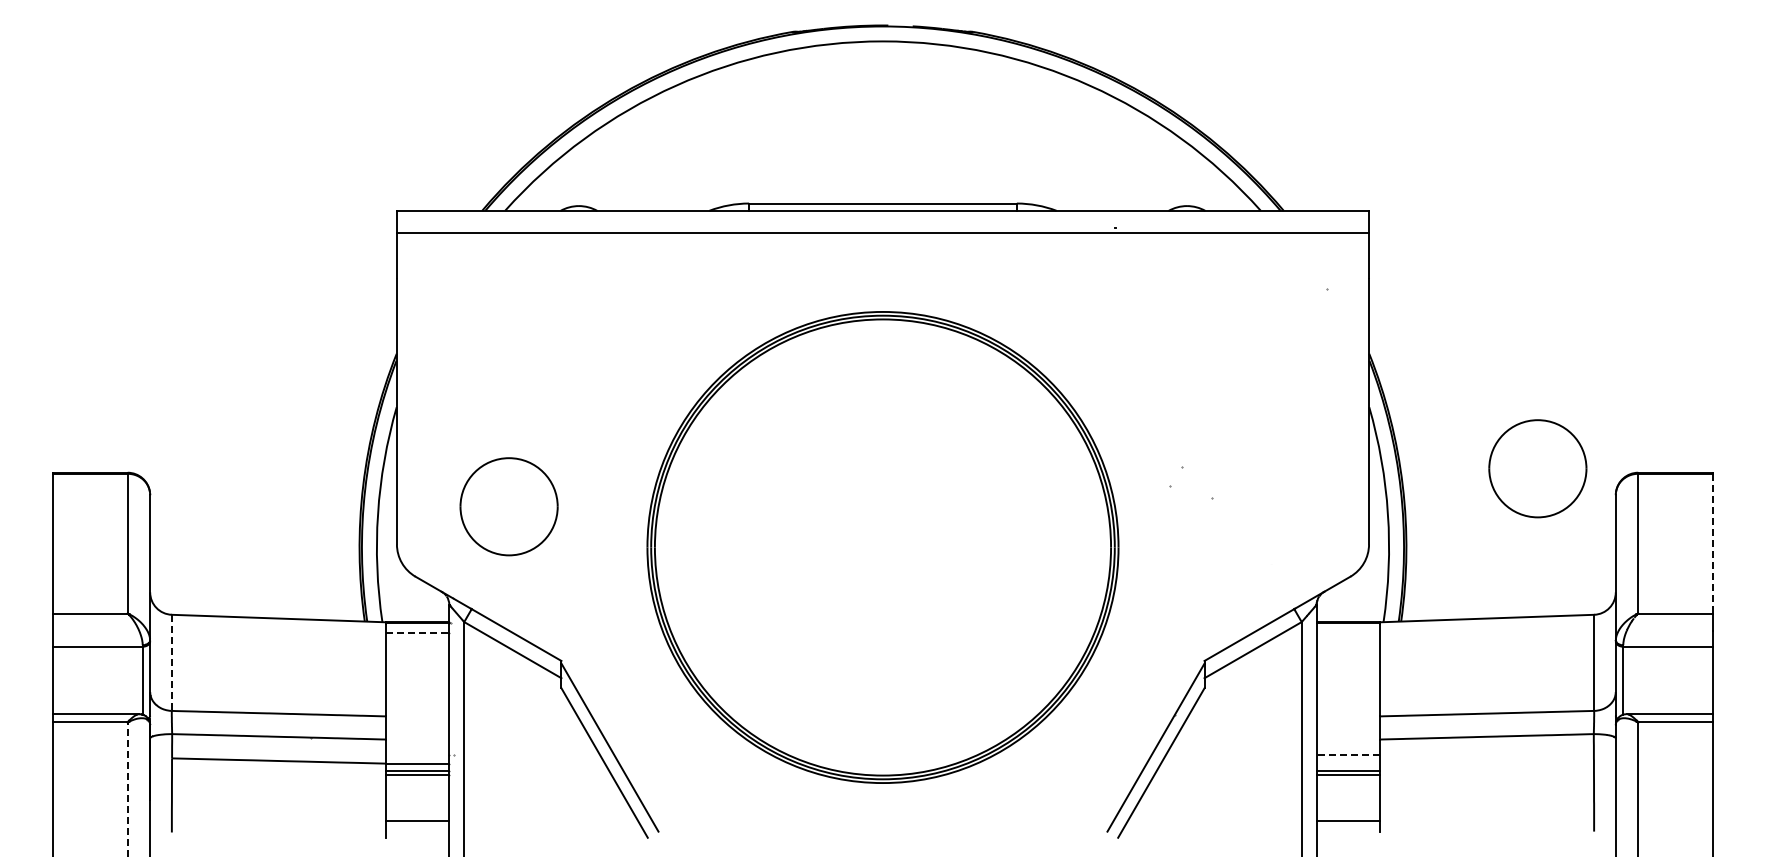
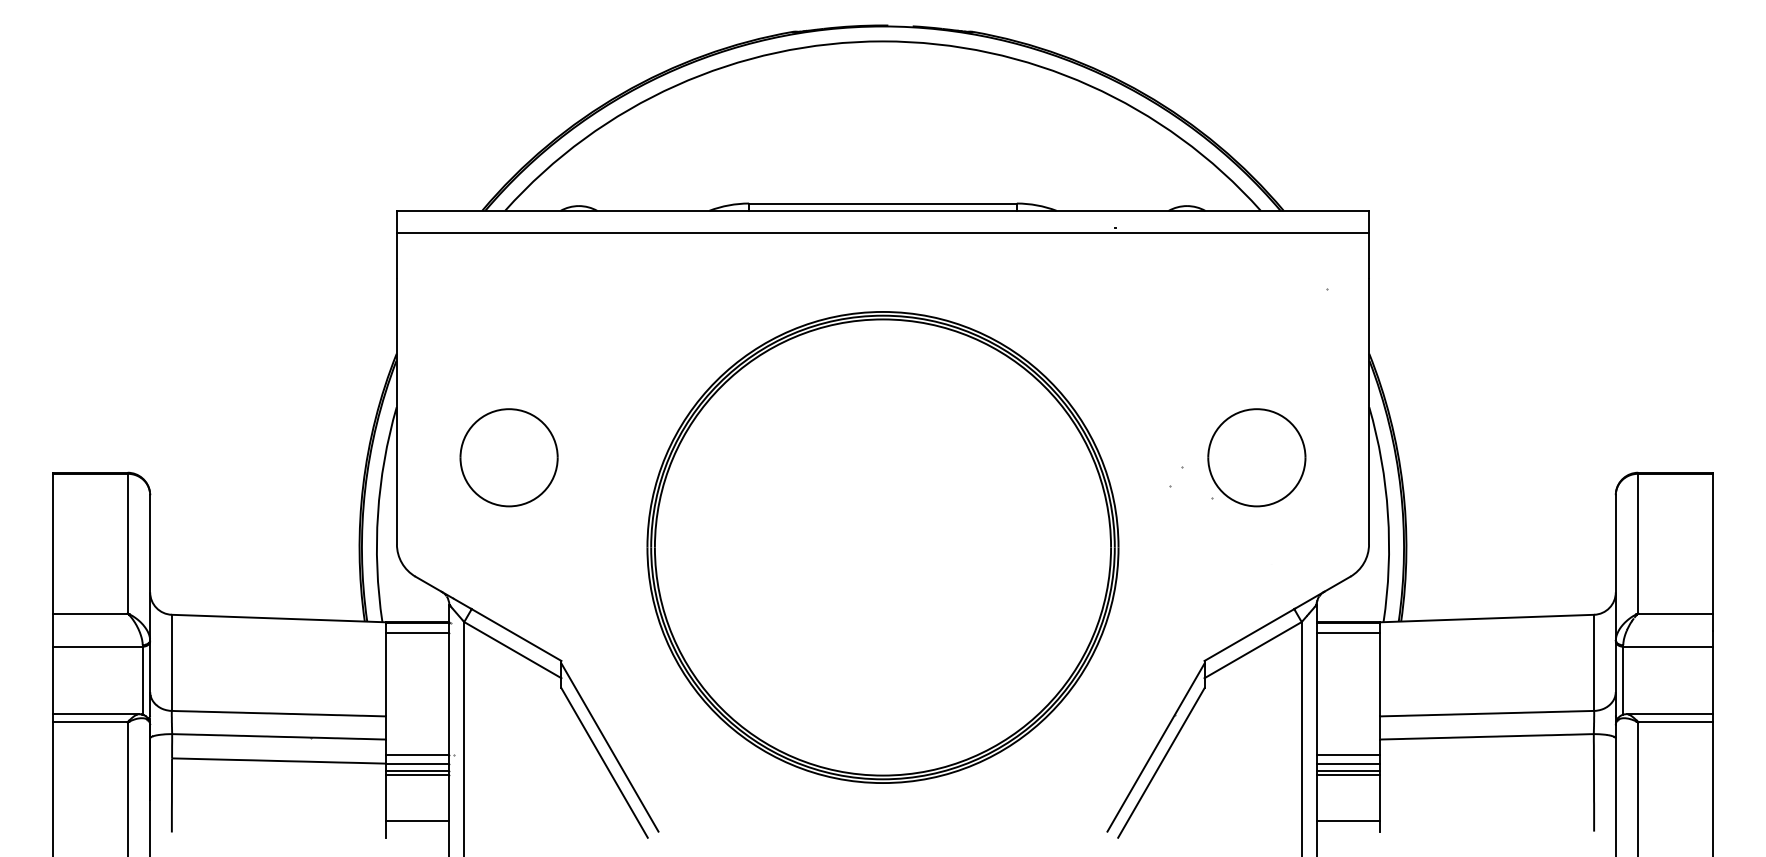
part at (1537, 468) position: (1537, 468) -> (1256, 457)
part at (508, 506) position: (508, 506) -> (508, 457)
line at (1713, 543): dashed -> solid
line at (417, 632): dashed -> solid
line at (1348, 632): none -> present
line at (171, 663): dashed -> solid
line at (417, 754): none -> present
line at (1348, 754): dashed -> solid
line at (1348, 764): none -> present
line at (127, 789): dashed -> solid
